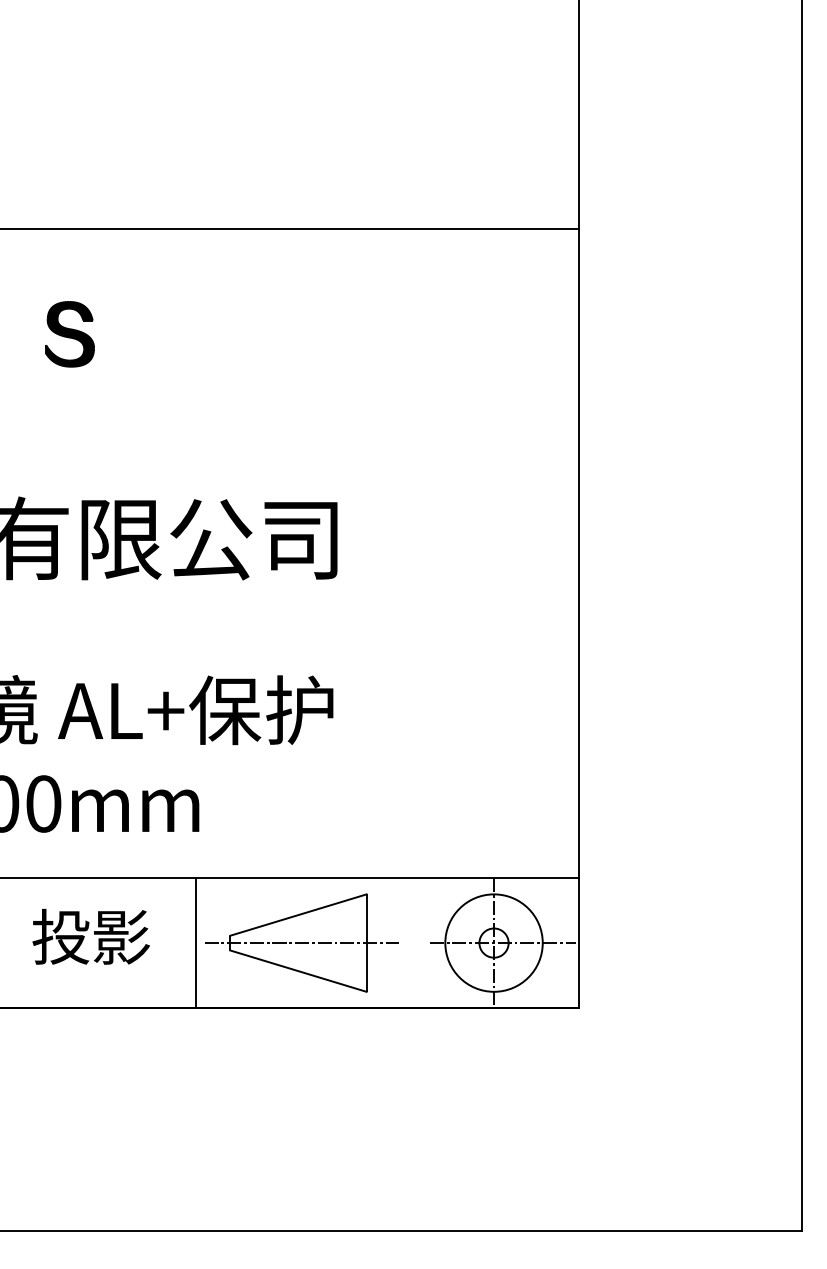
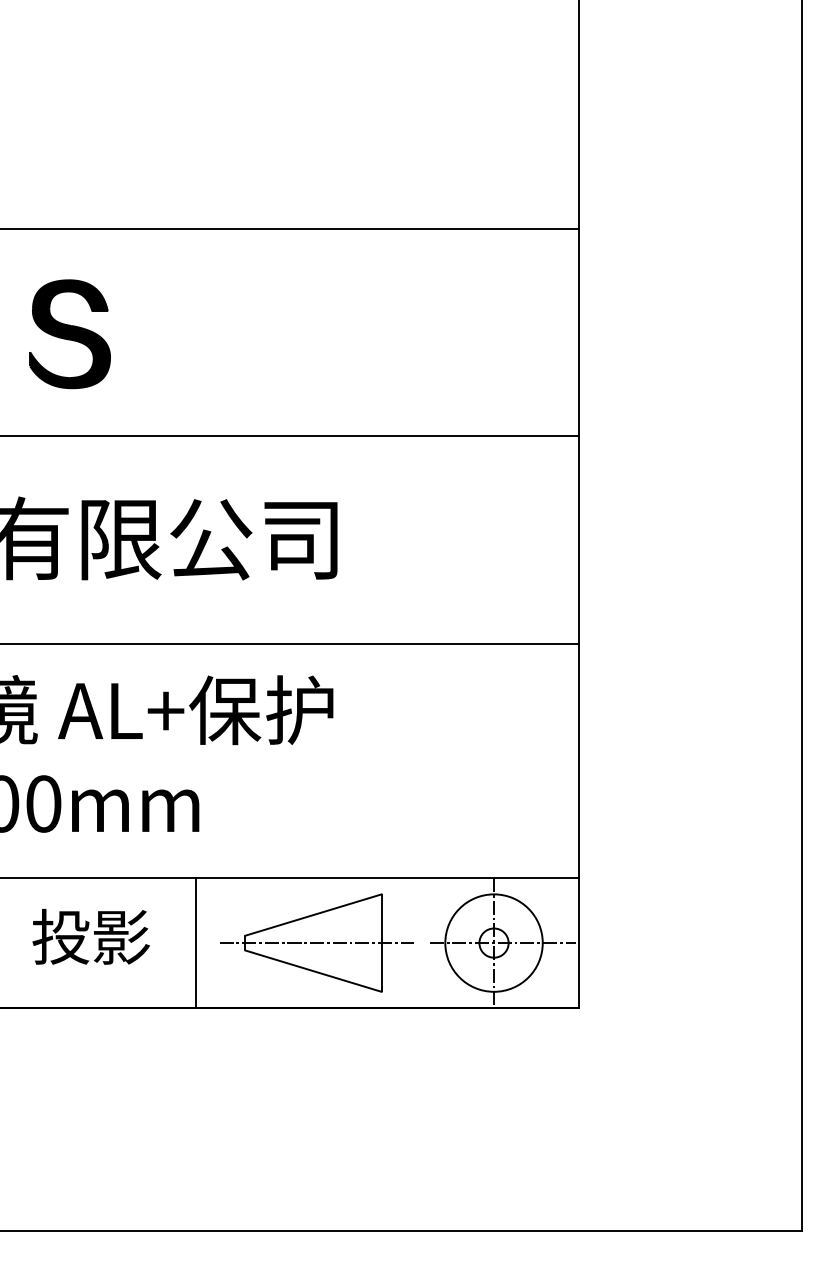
part at (69, 334) size: 50x67 px -> 82x111 px
line at (290, 436): none -> present
line at (290, 644): none -> present
part at (301, 942) position: (301, 942) -> (316, 942)
